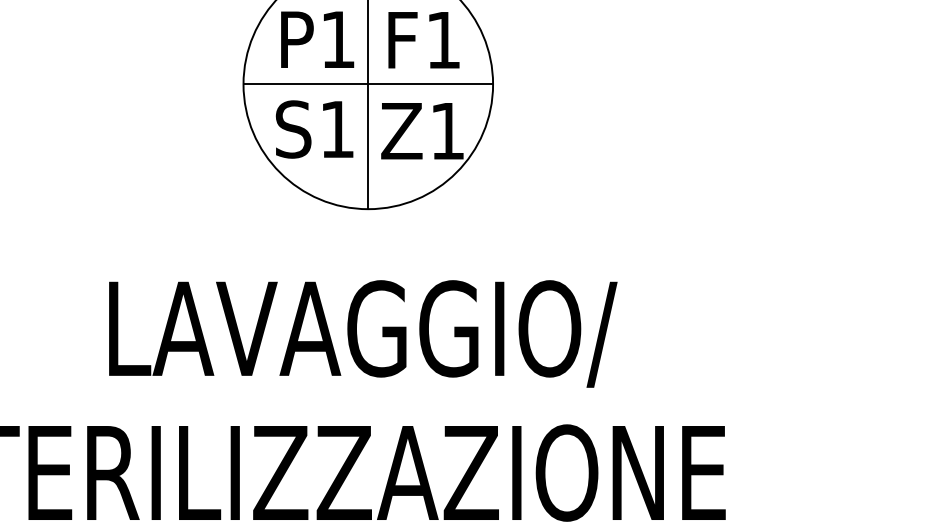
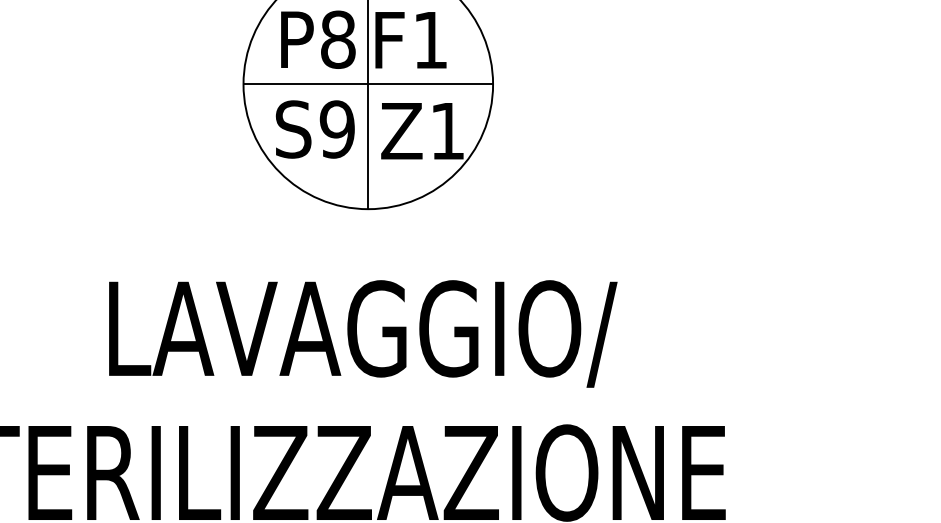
text at (338, 39): P1 -> P8
text at (423, 40) position: (423, 40) -> (410, 40)
text at (336, 129): S1 -> S9
